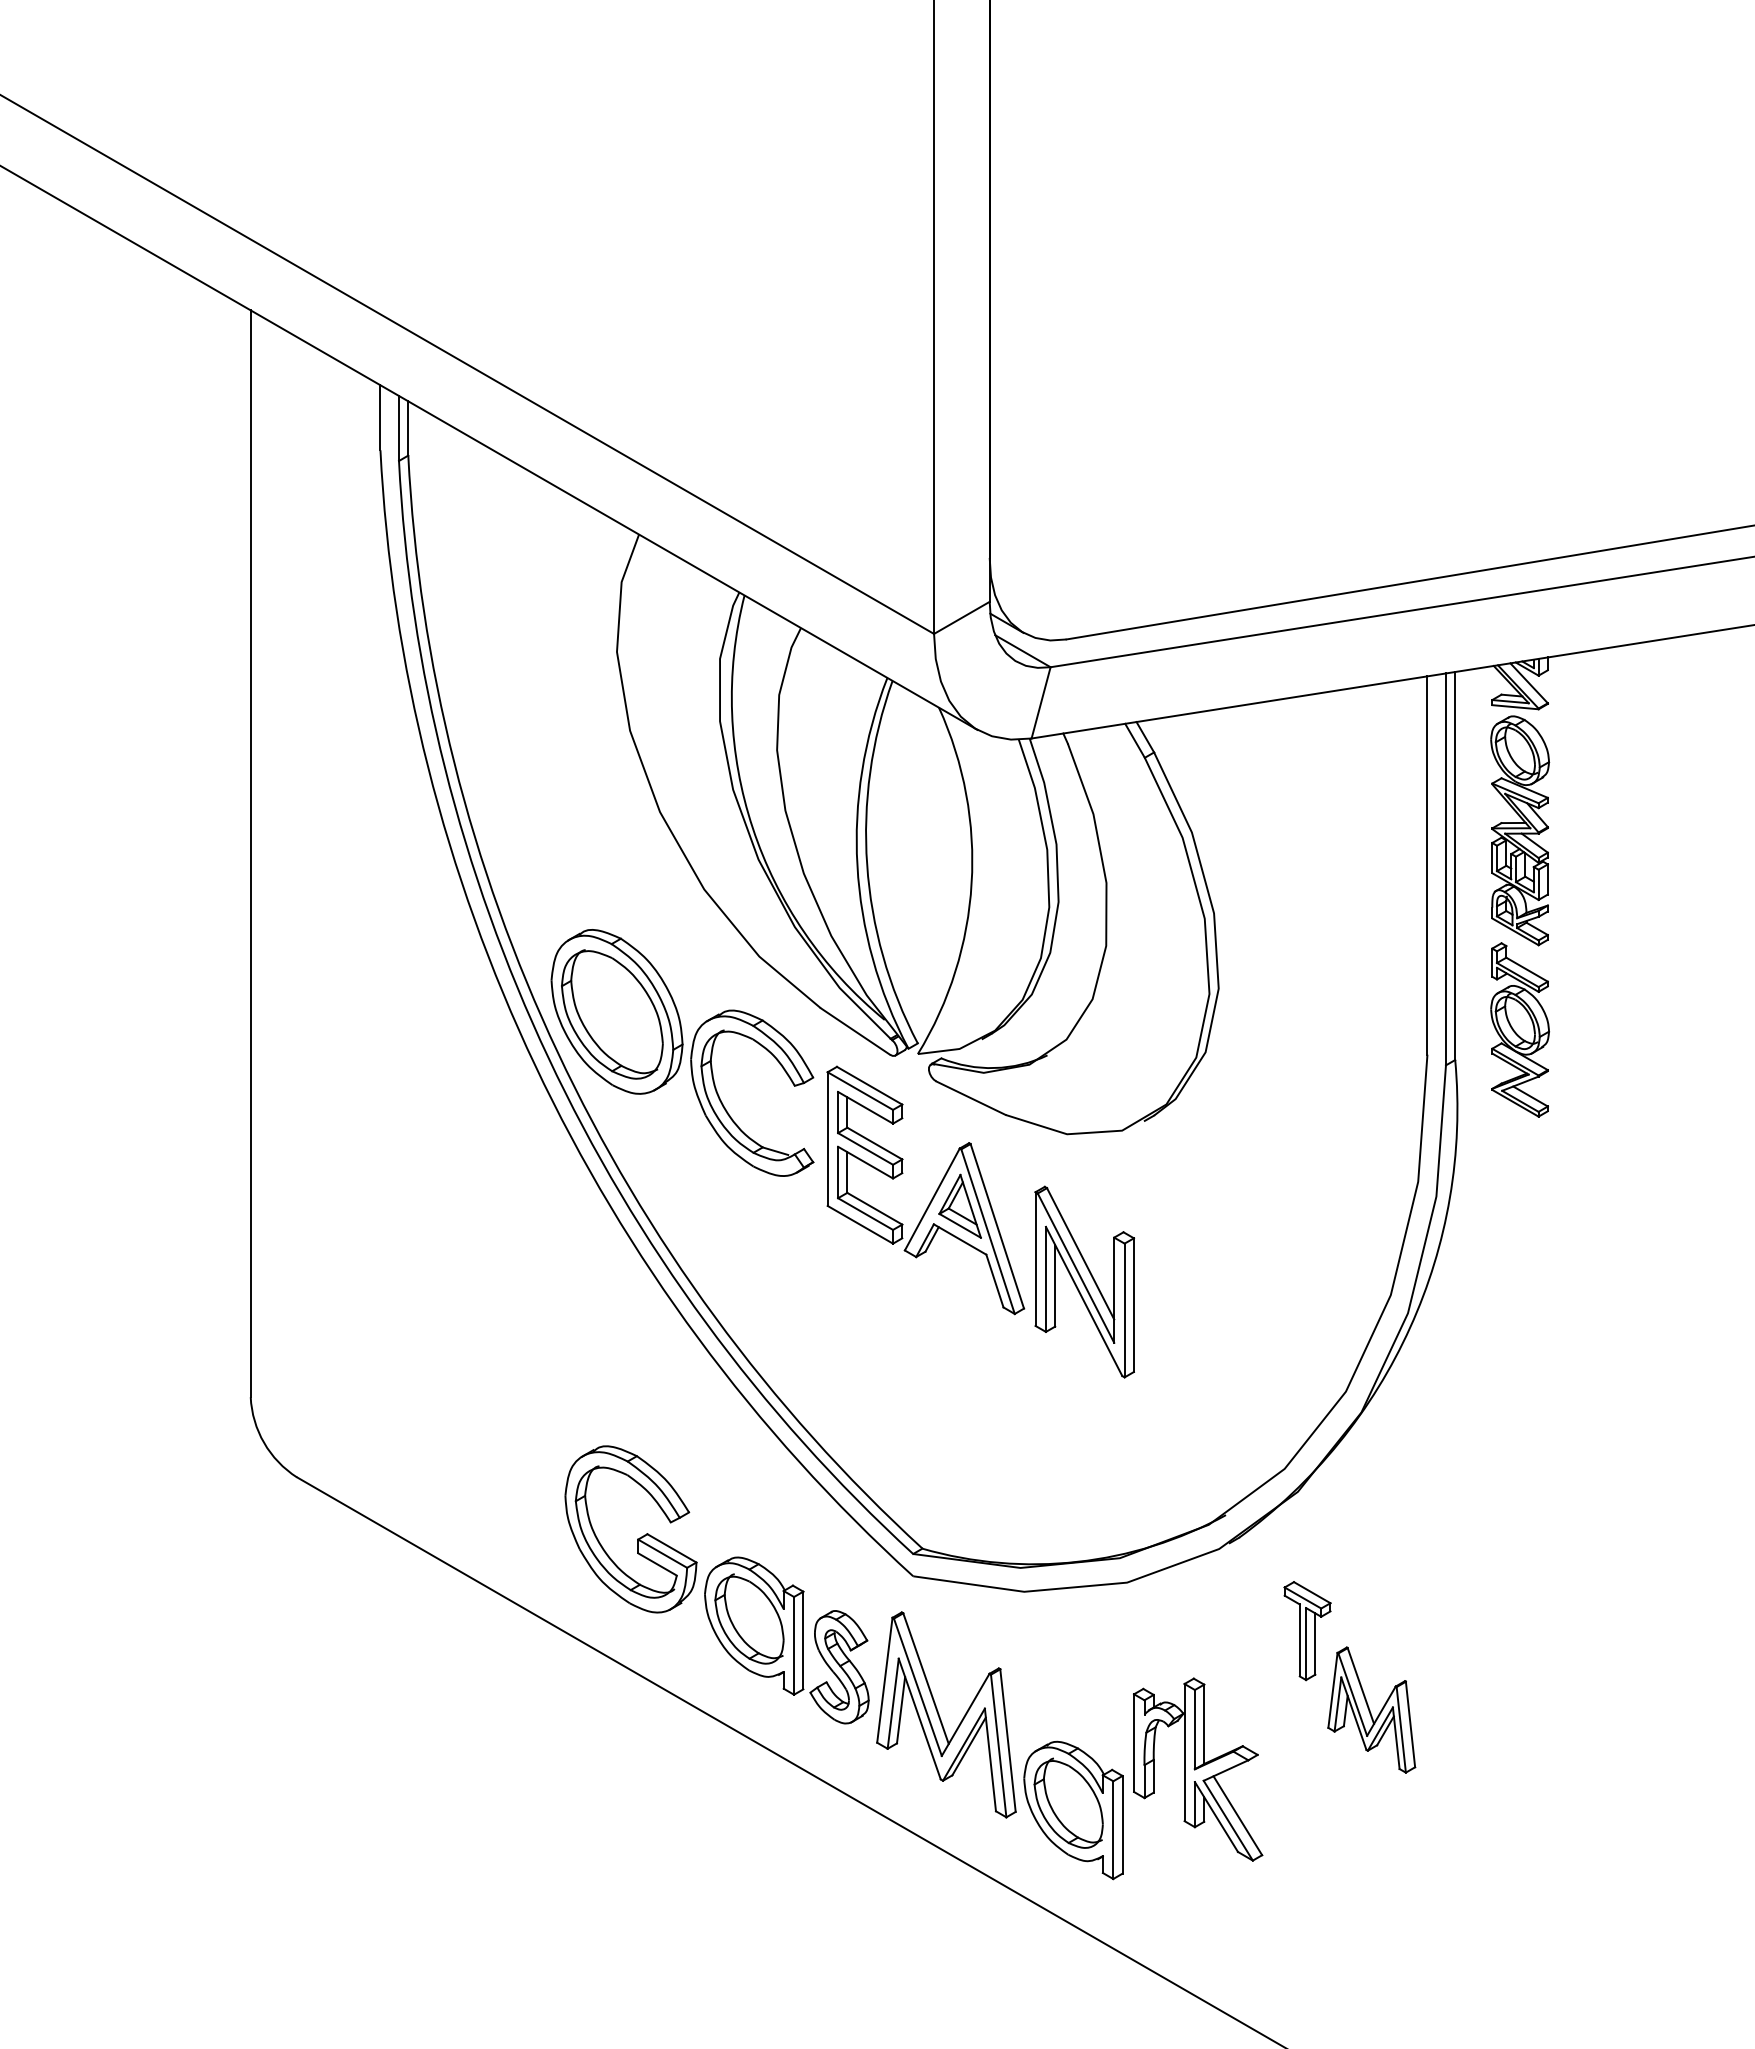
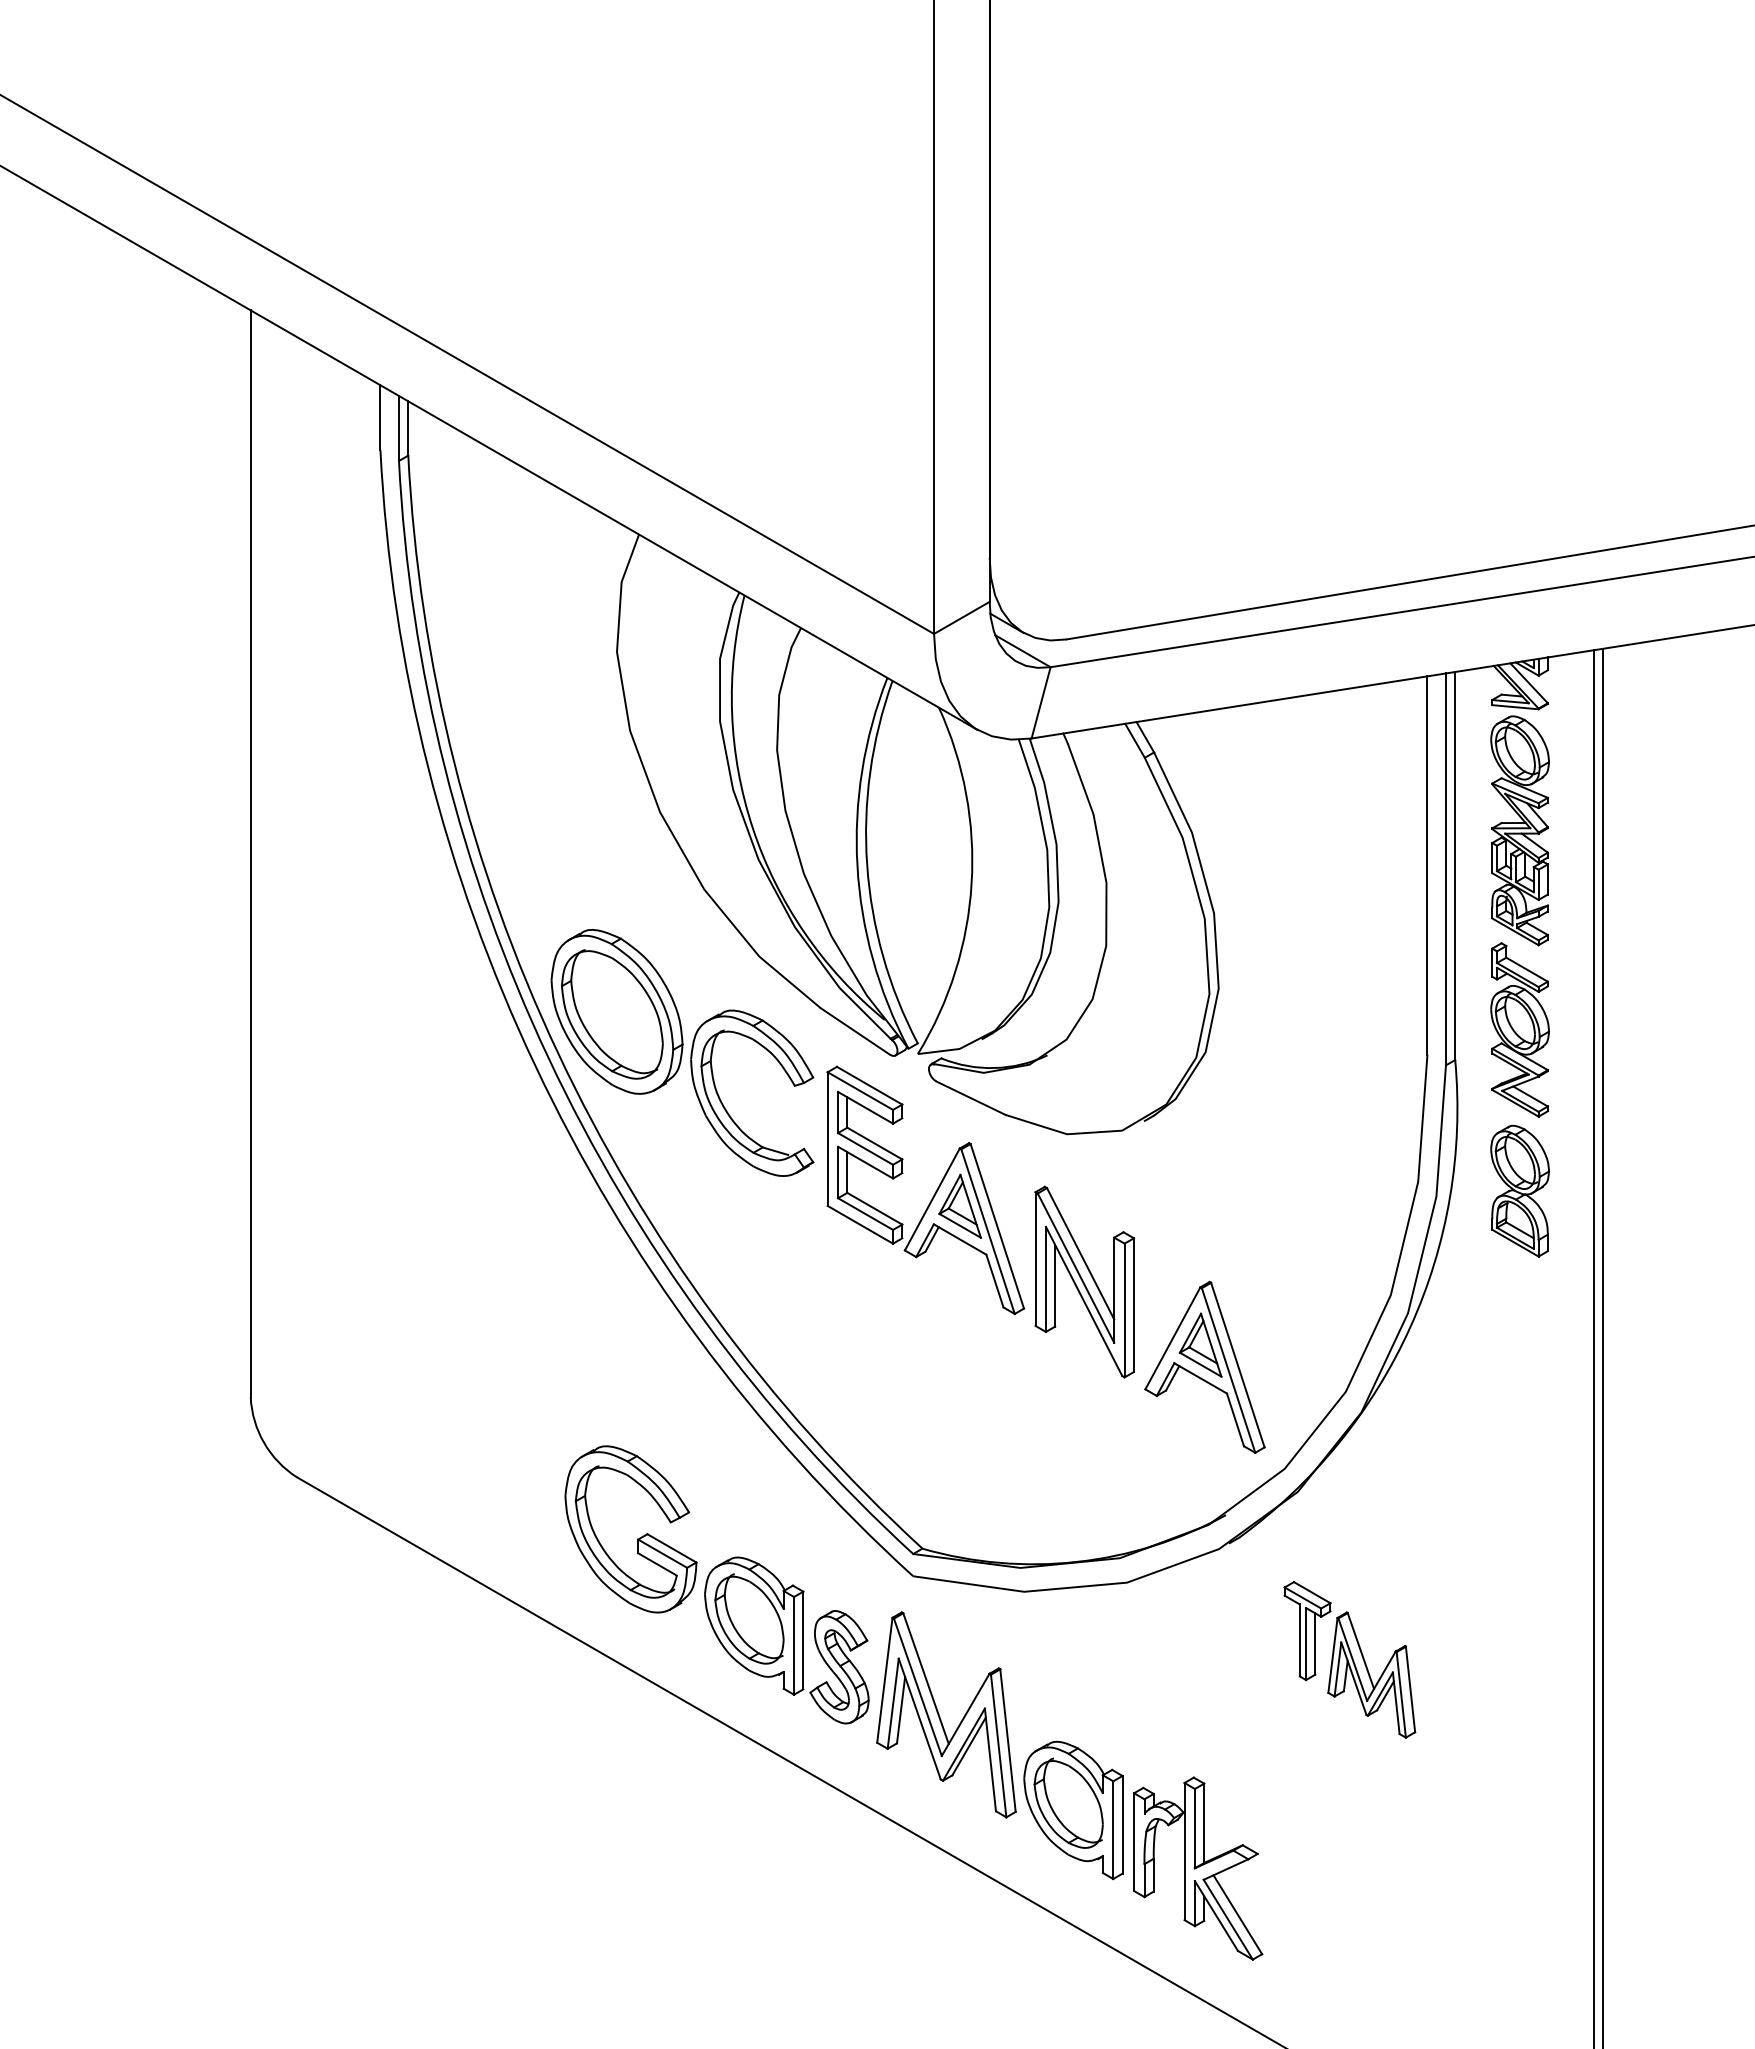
part at (1520, 1190): none -> present
line at (1603, 1346): none -> present
line at (1594, 1347): none -> present
part at (1204, 1366): none -> present
part at (1371, 1709) position: (1371, 1709) -> (1371, 1674)
part at (1198, 1769) position: (1198, 1769) -> (1198, 1868)
